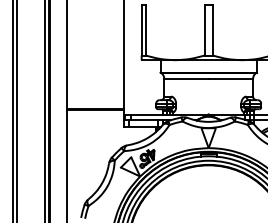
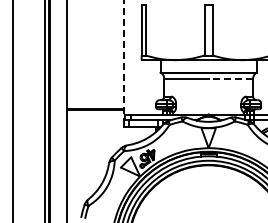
line at (123, 59): solid -> dashed
line at (230, 79): solid -> dashed
line at (17, 110): present -> none
